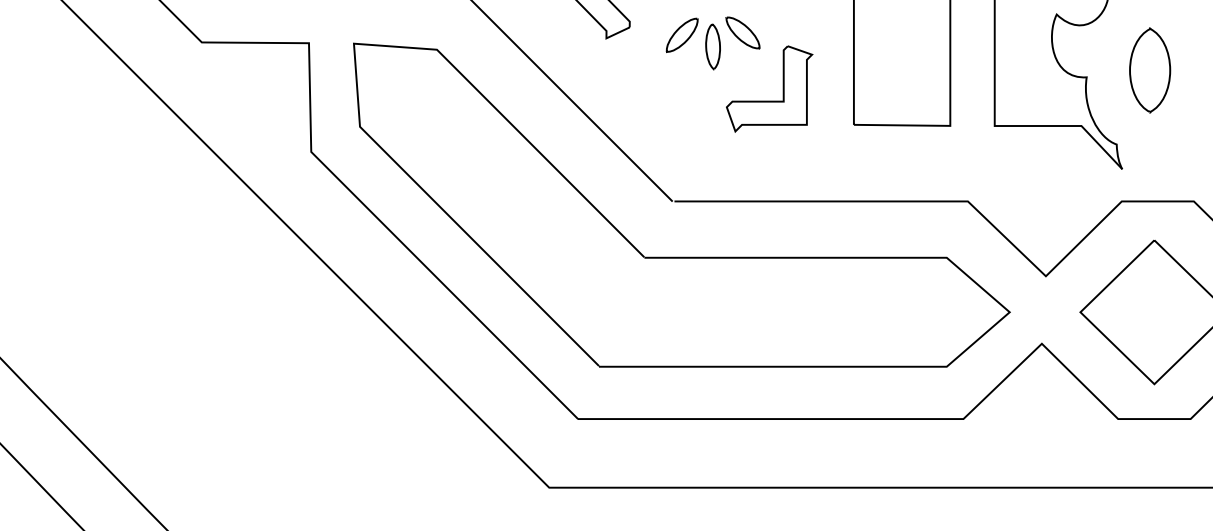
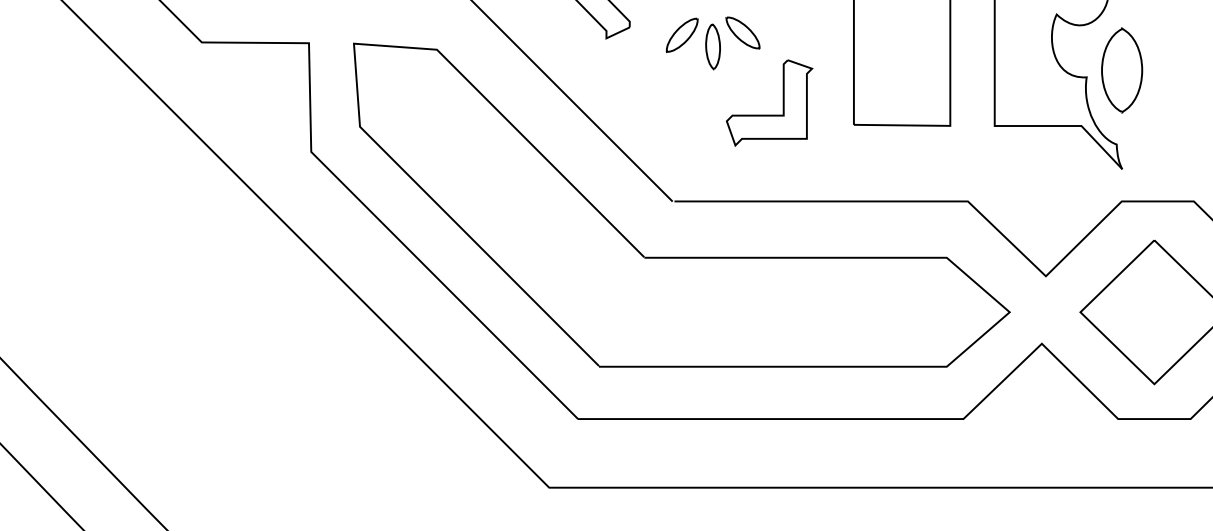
part at (1150, 70) position: (1150, 70) -> (1122, 70)
part at (769, 100) position: (769, 100) -> (769, 114)
